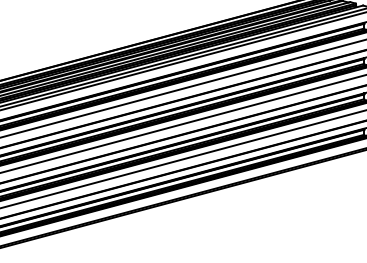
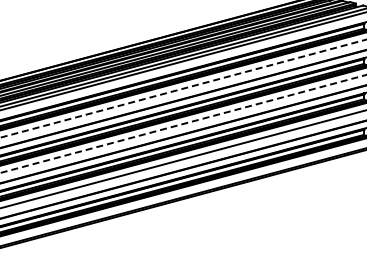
line at (184, 88): solid -> dashed
line at (184, 123): solid -> dashed
